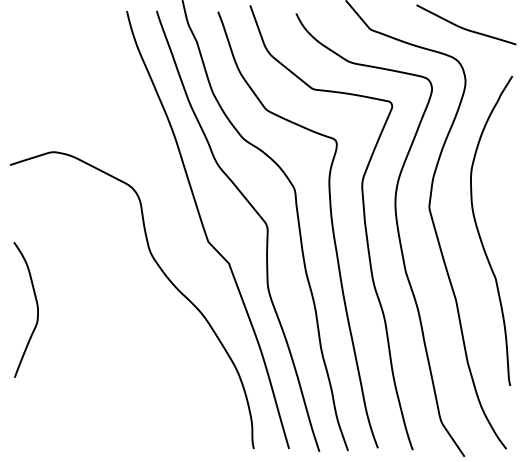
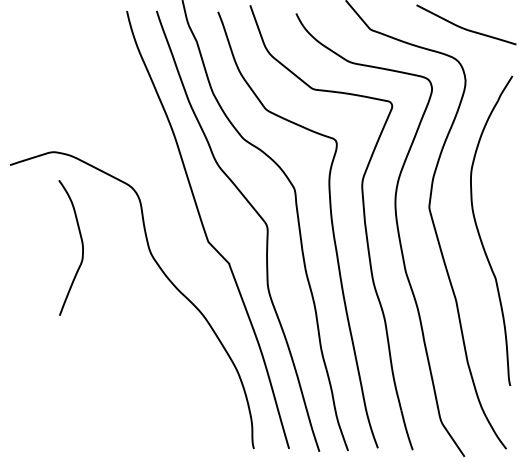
curve at (36, 306) position: (36, 306) -> (81, 244)
